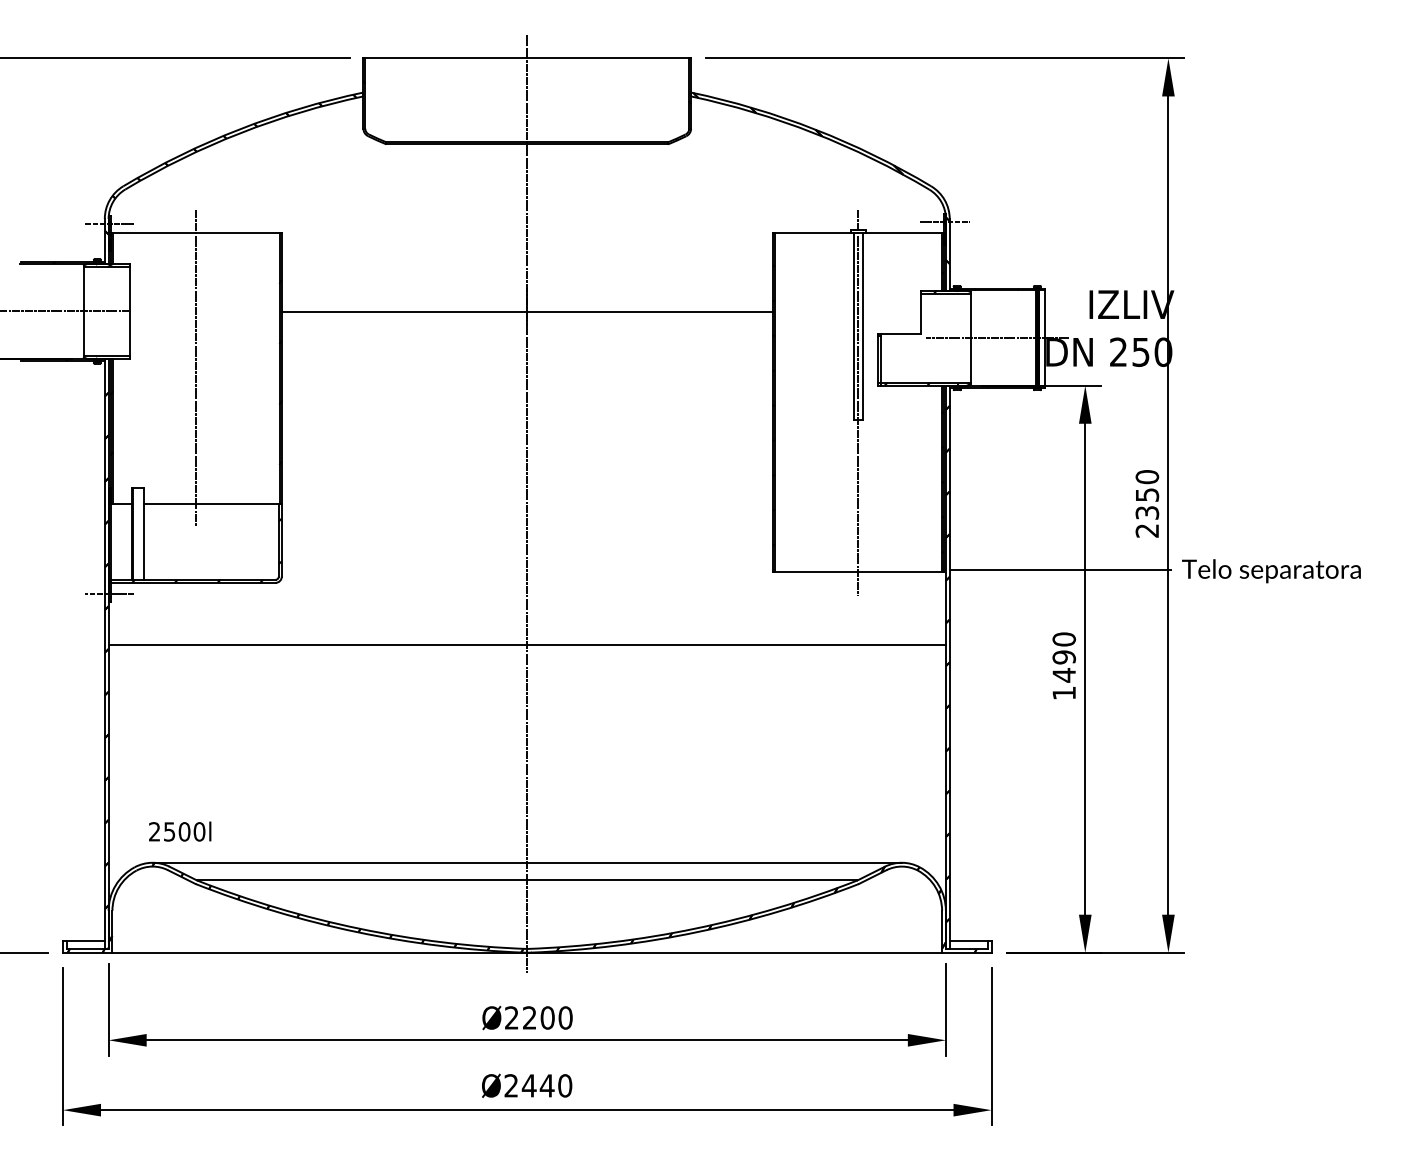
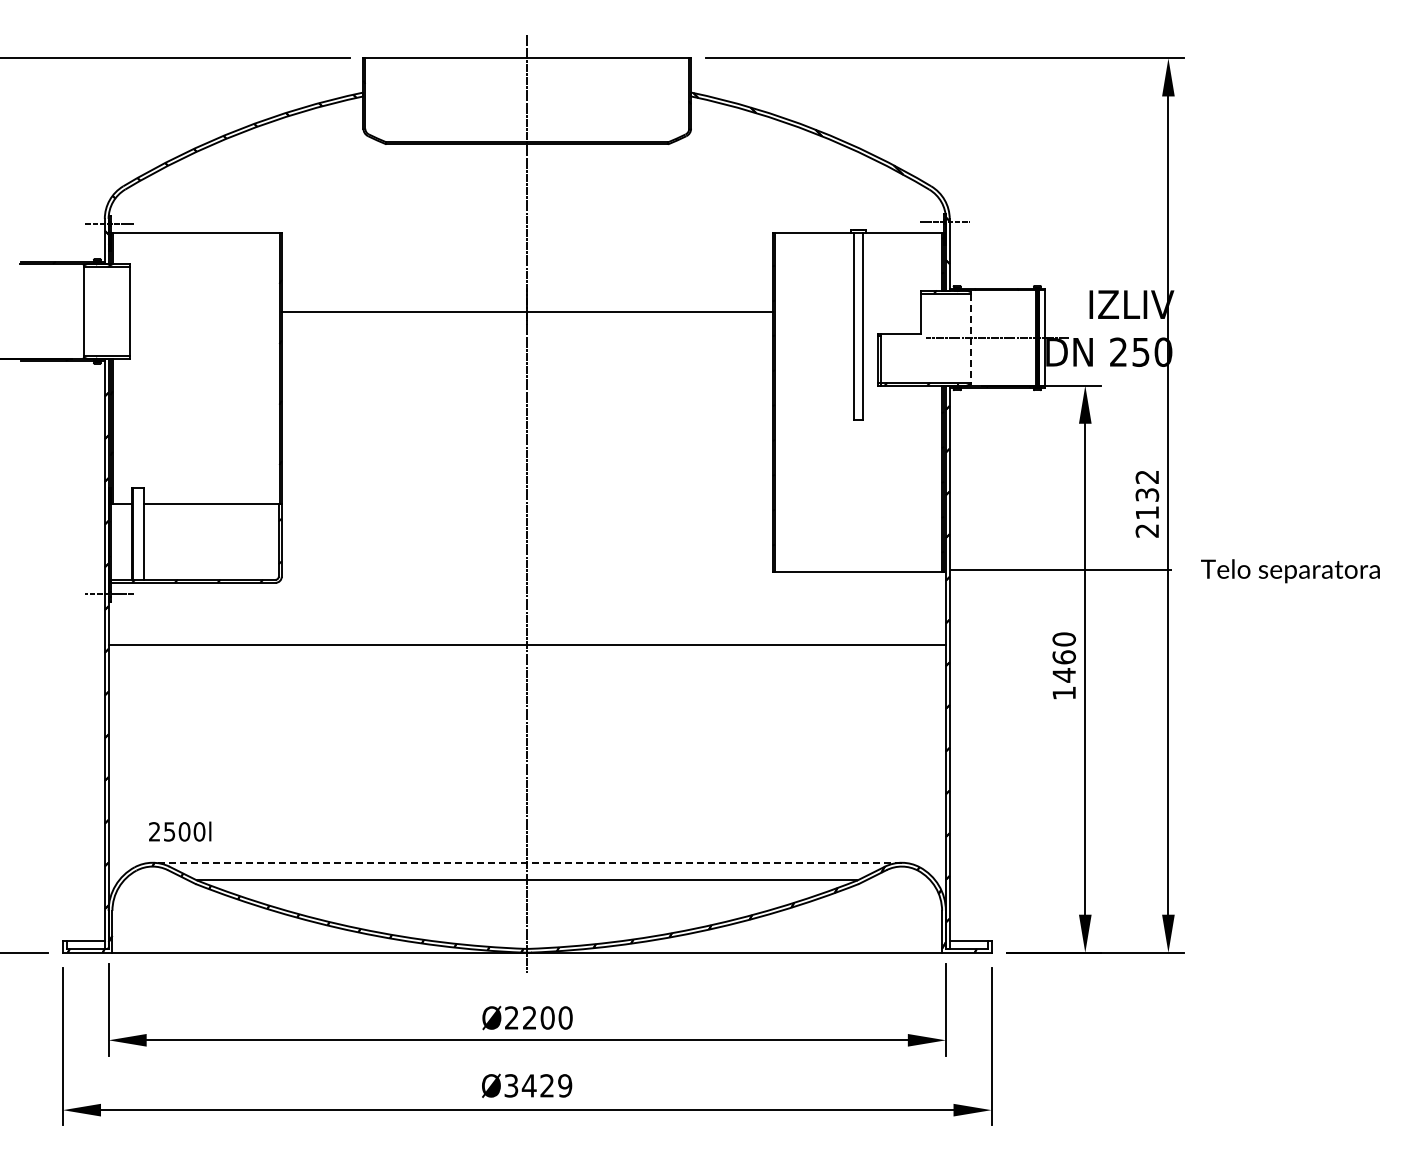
line at (65, 311): present -> none
line at (970, 338): solid -> dashed
line at (196, 368): present -> none
line at (858, 402): present -> none
text at (1147, 494): 2350 -> 2132
text at (1271, 571) position: (1271, 571) -> (1290, 571)
text at (1063, 657): 1490 -> 1460
line at (527, 862): solid -> dashed
text at (538, 1085): Ø2440 -> Ø3429
